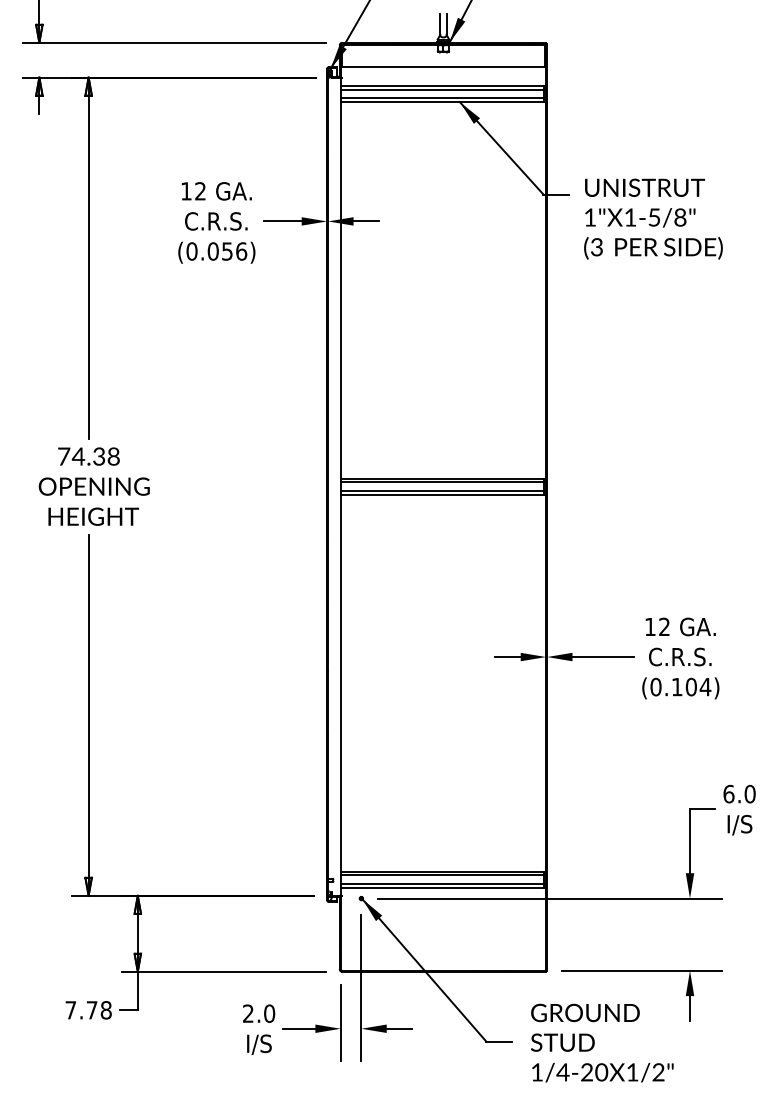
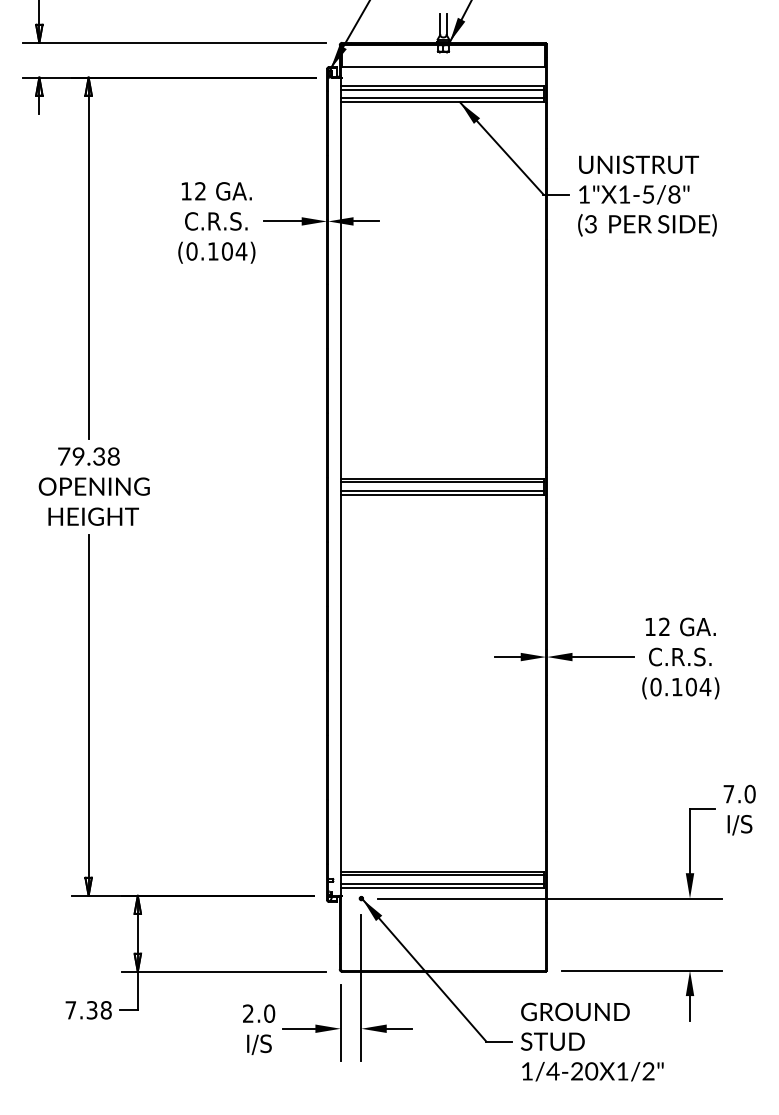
text at (653, 218) position: (653, 218) -> (647, 195)
text at (227, 251): (0.056) -> (0.104)
text at (78, 456): 74.38 -> 79.38
text at (728, 793): 6.0 -> 7.0
text at (91, 1010): 7.78 -> 7.38
text at (602, 1042) position: (602, 1042) -> (592, 1041)
